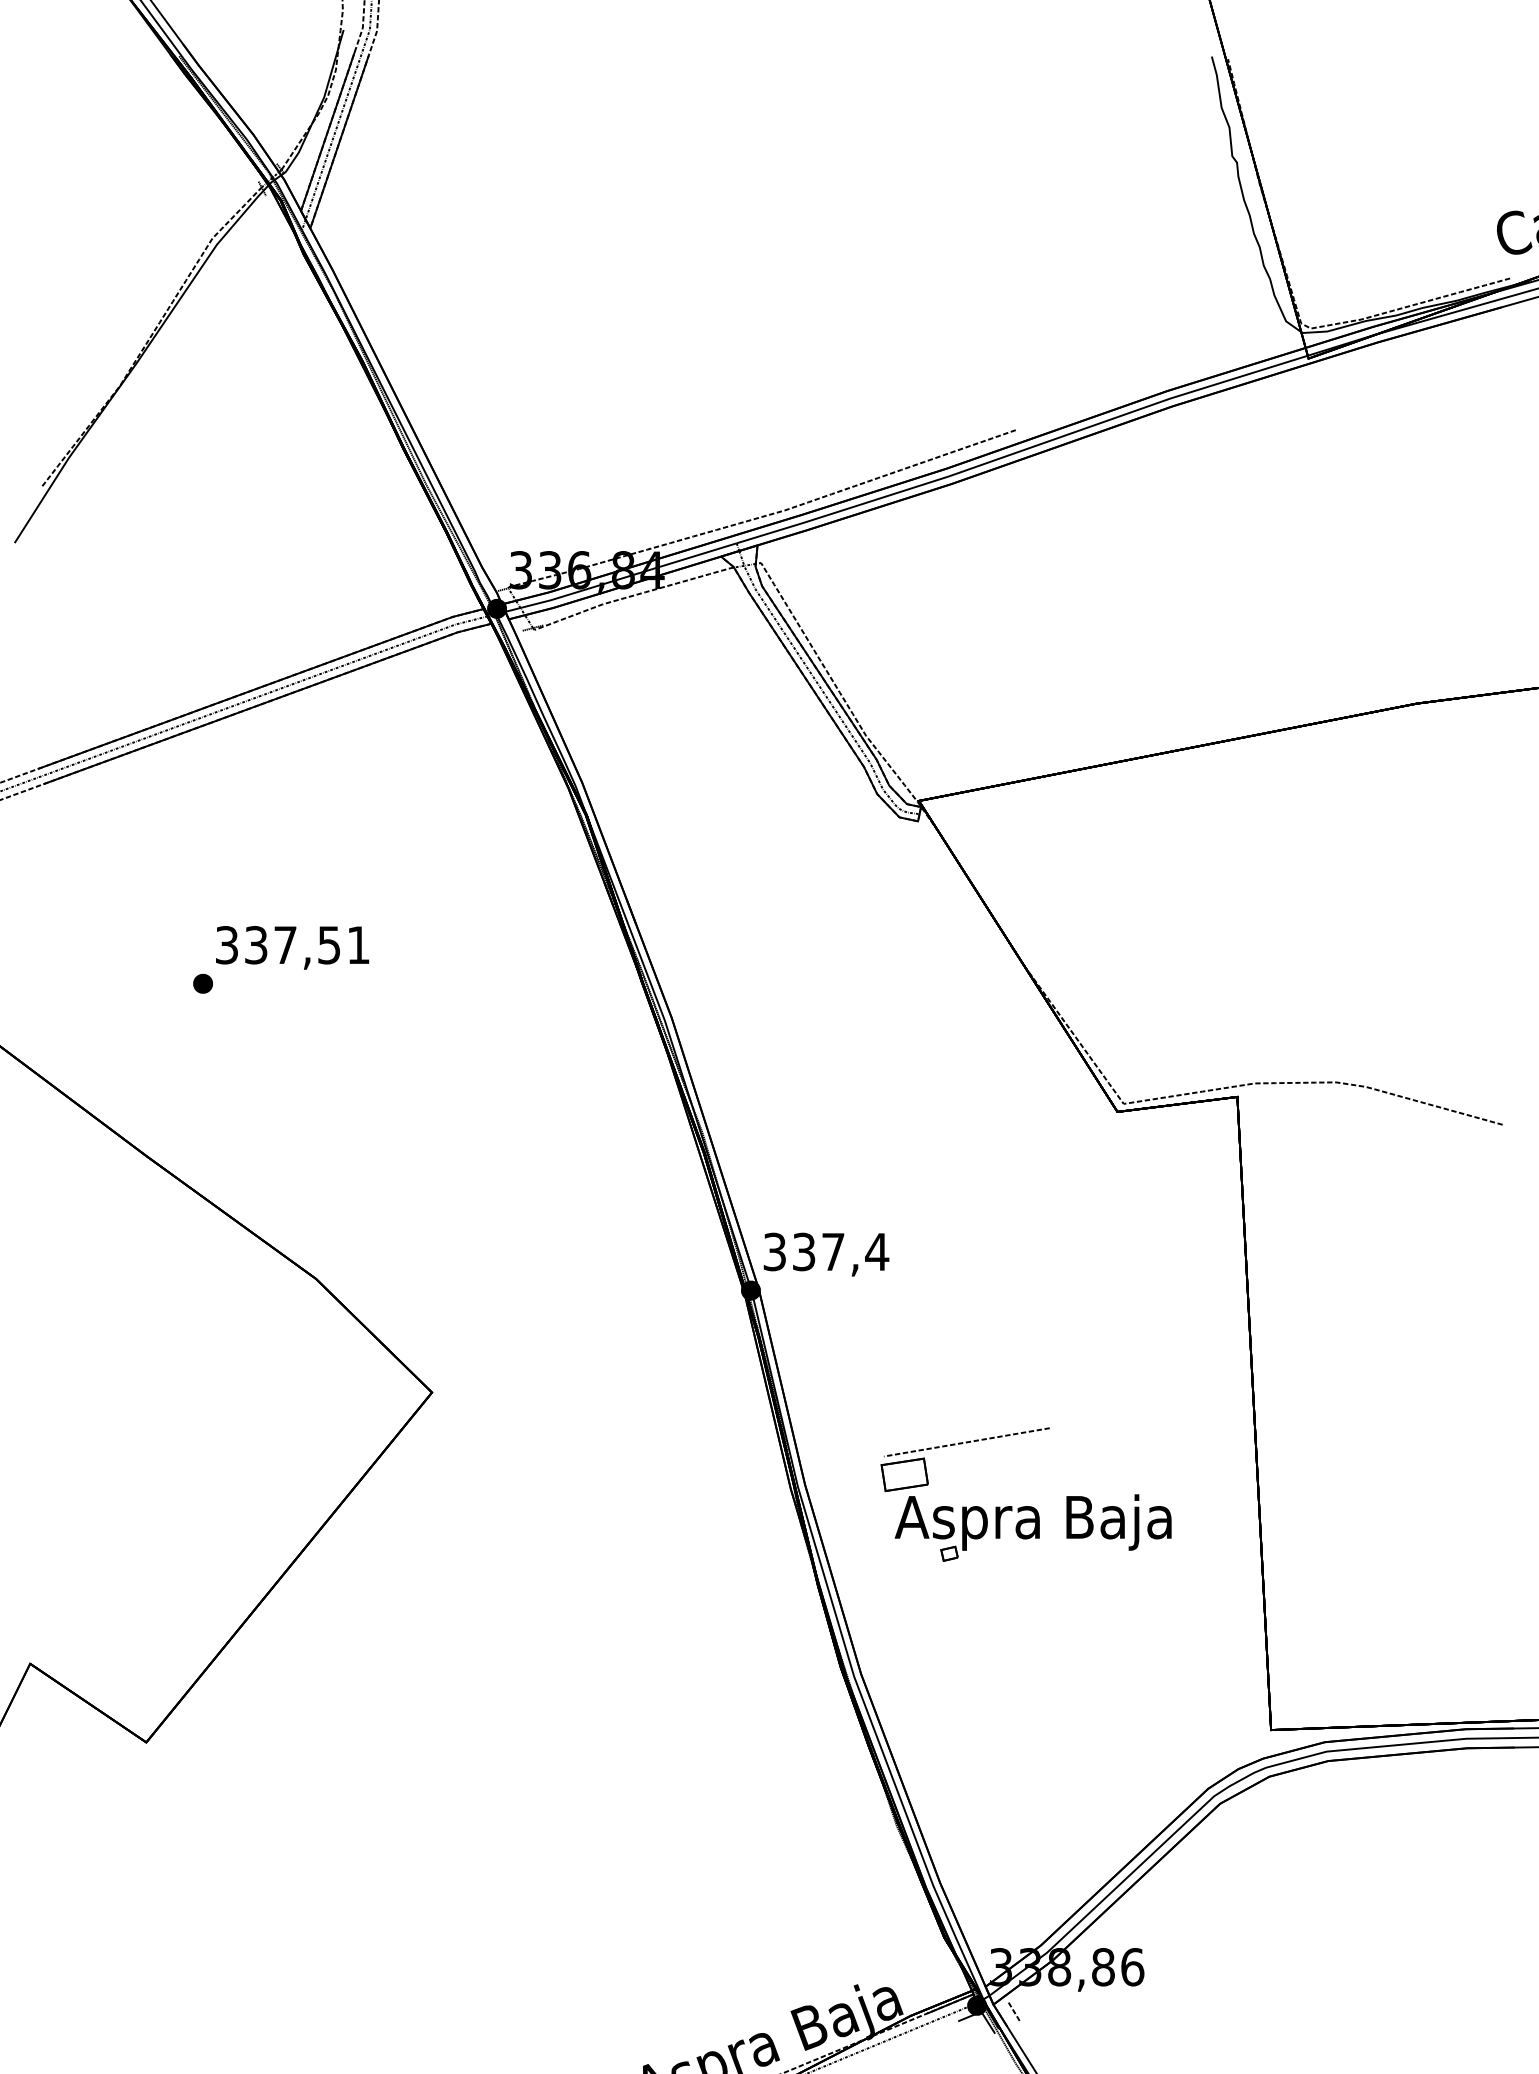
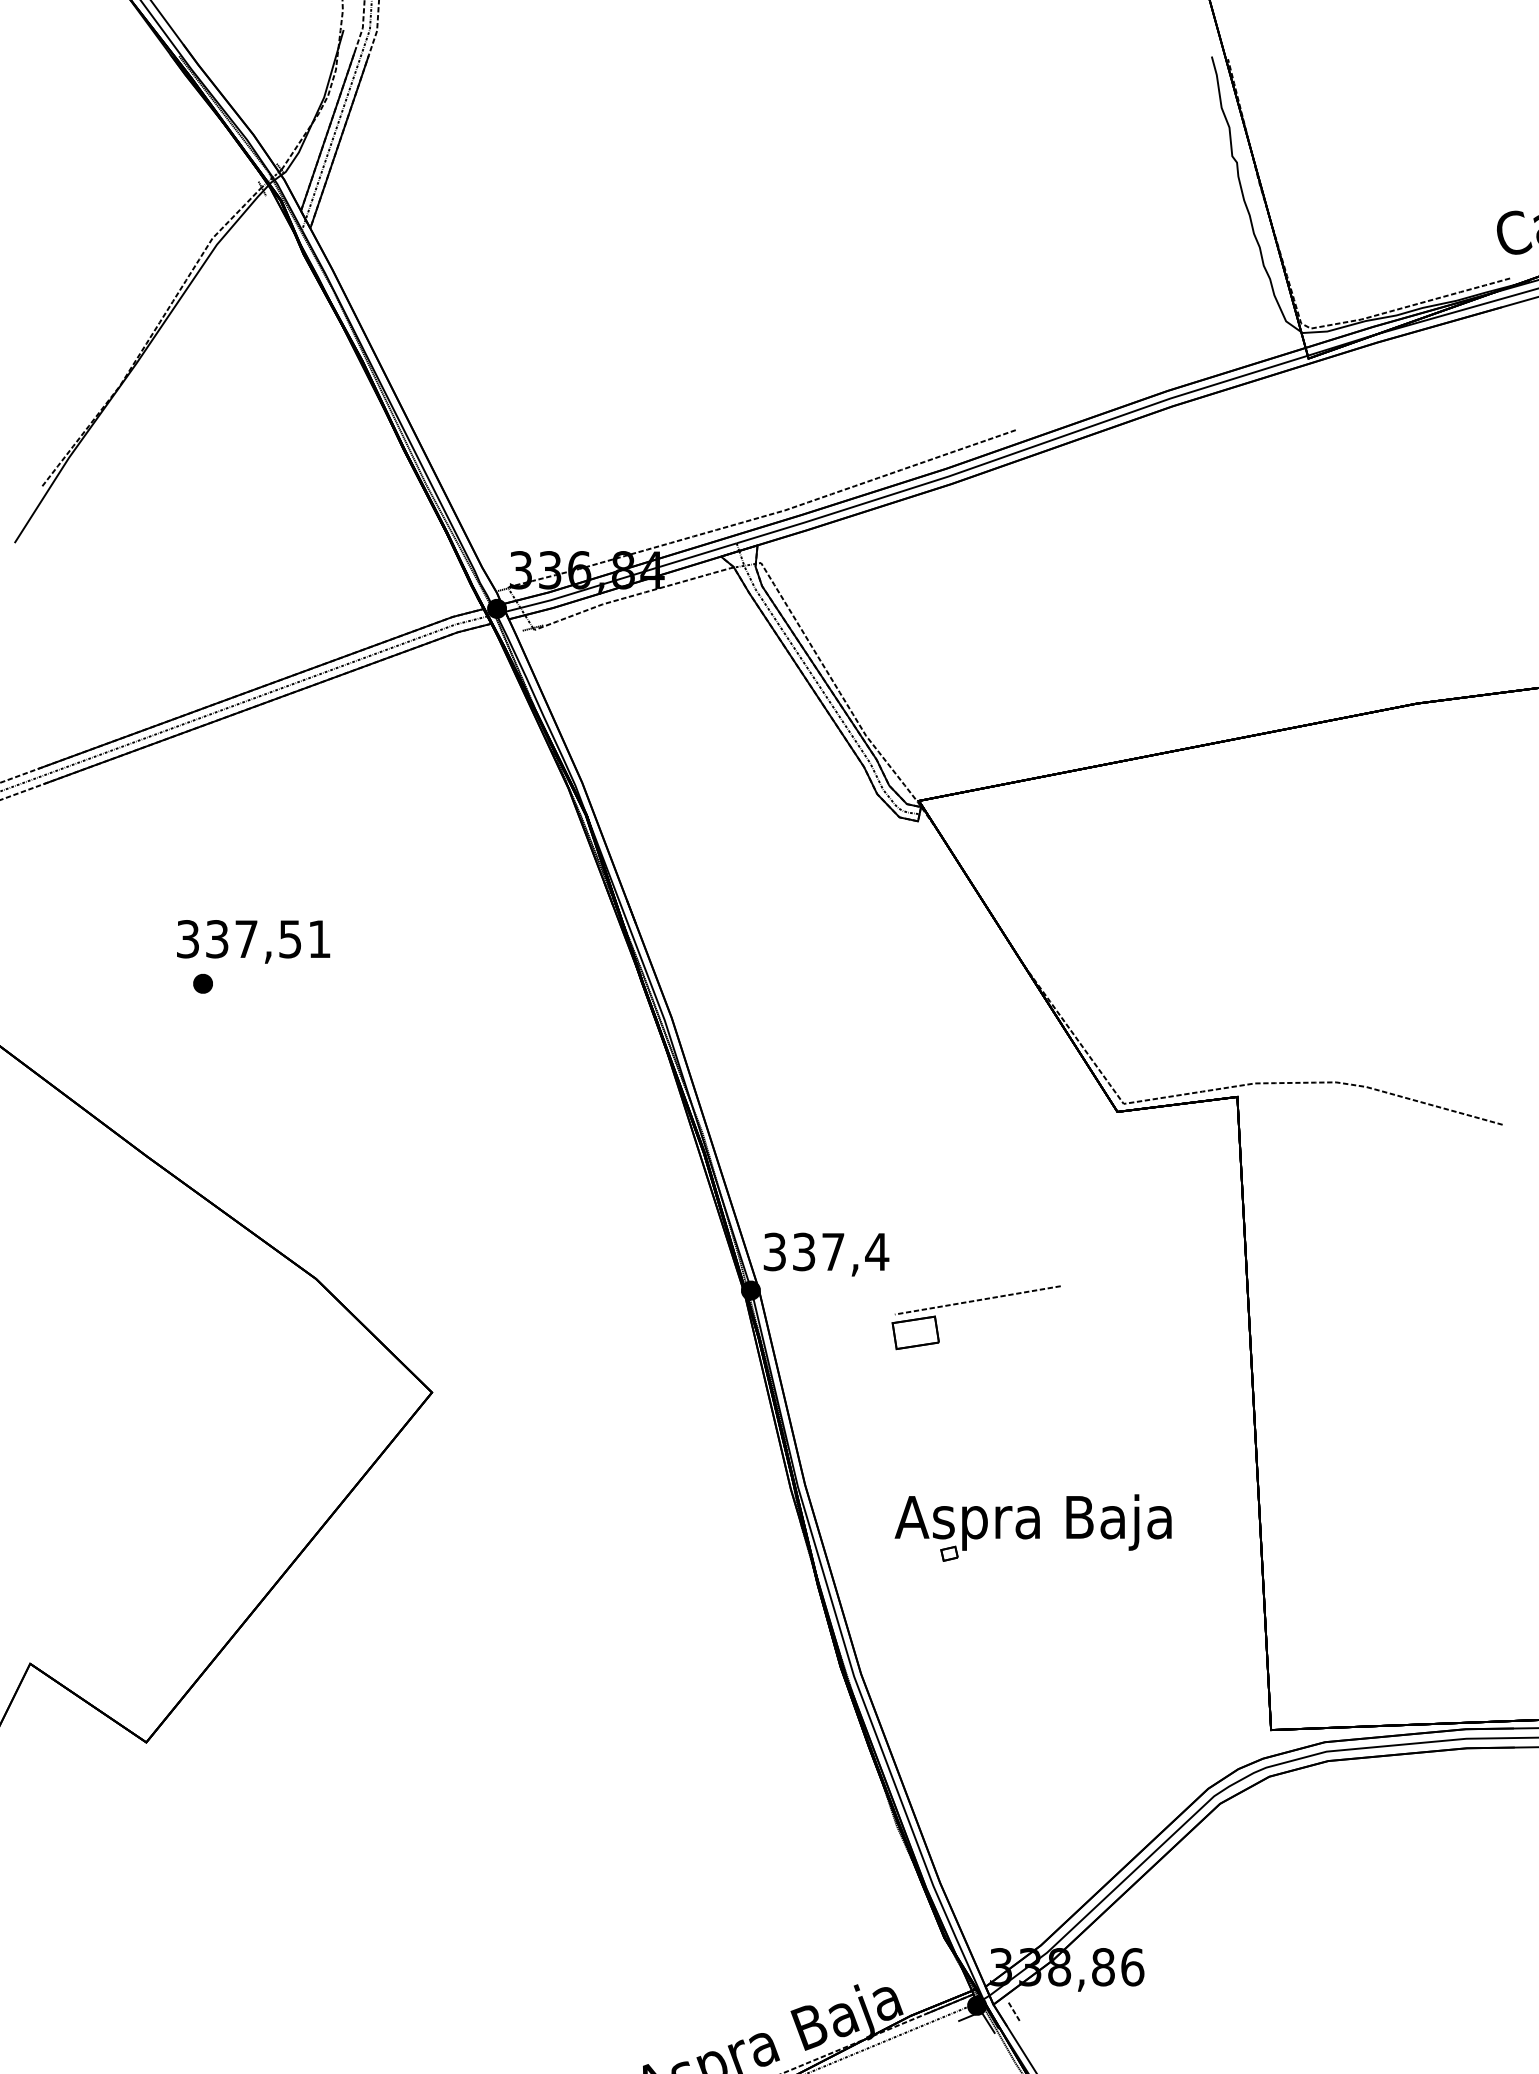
text at (292, 947) position: (292, 947) -> (253, 941)
part at (961, 1444) position: (961, 1444) -> (972, 1302)
